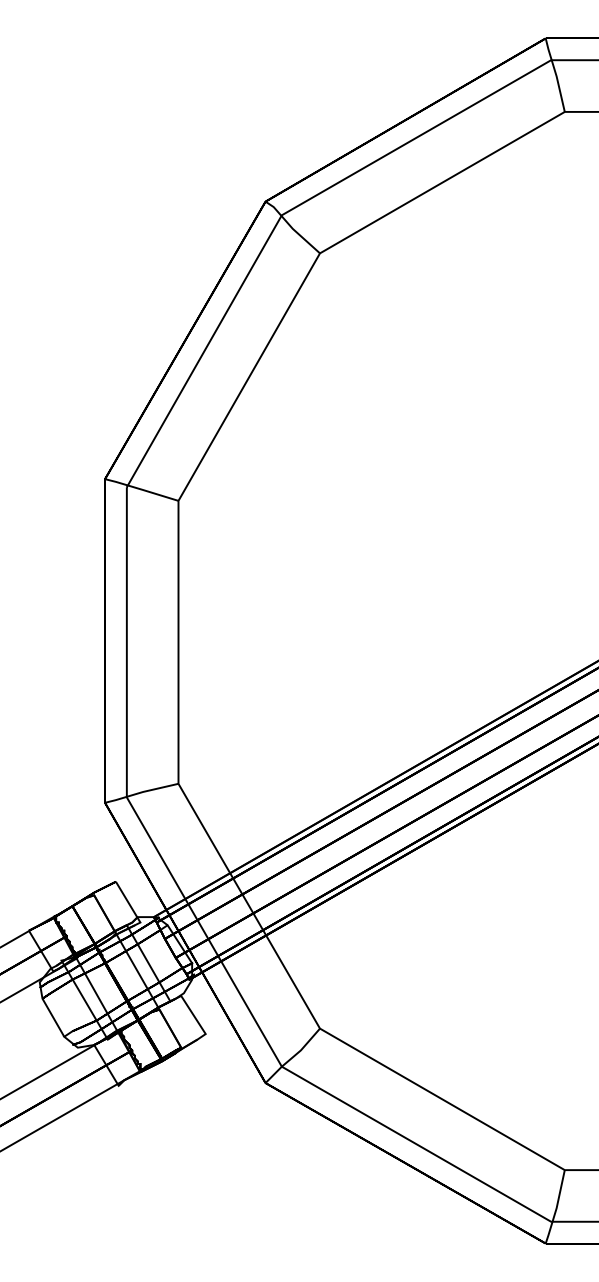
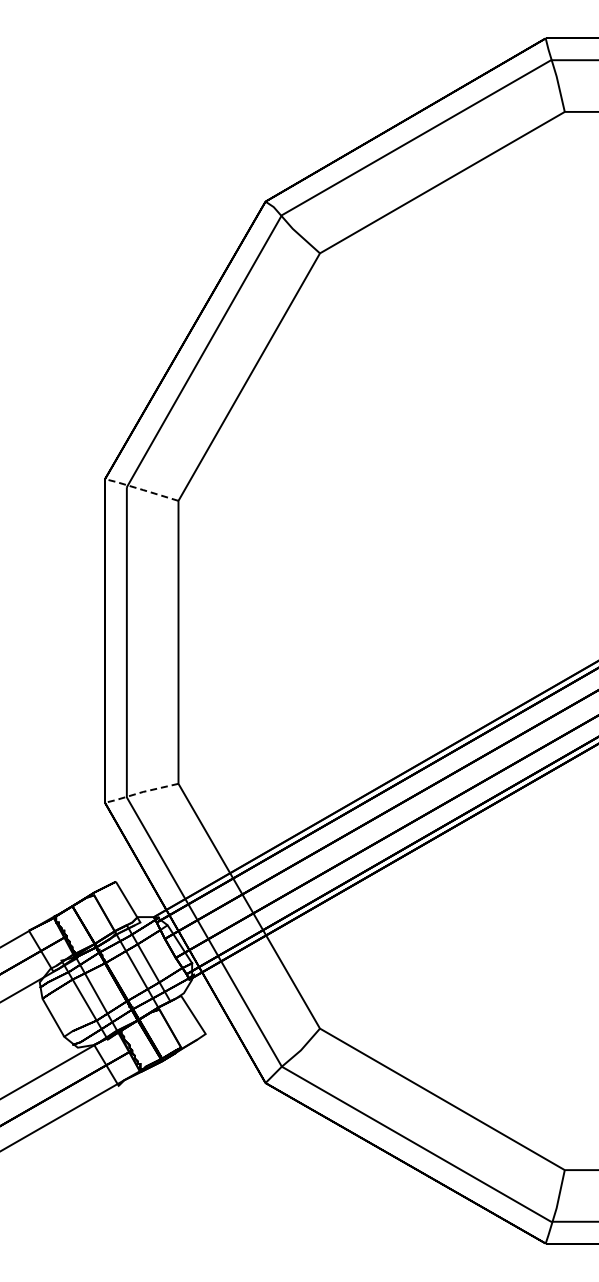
line at (141, 489): solid -> dashed
line at (141, 792): solid -> dashed
